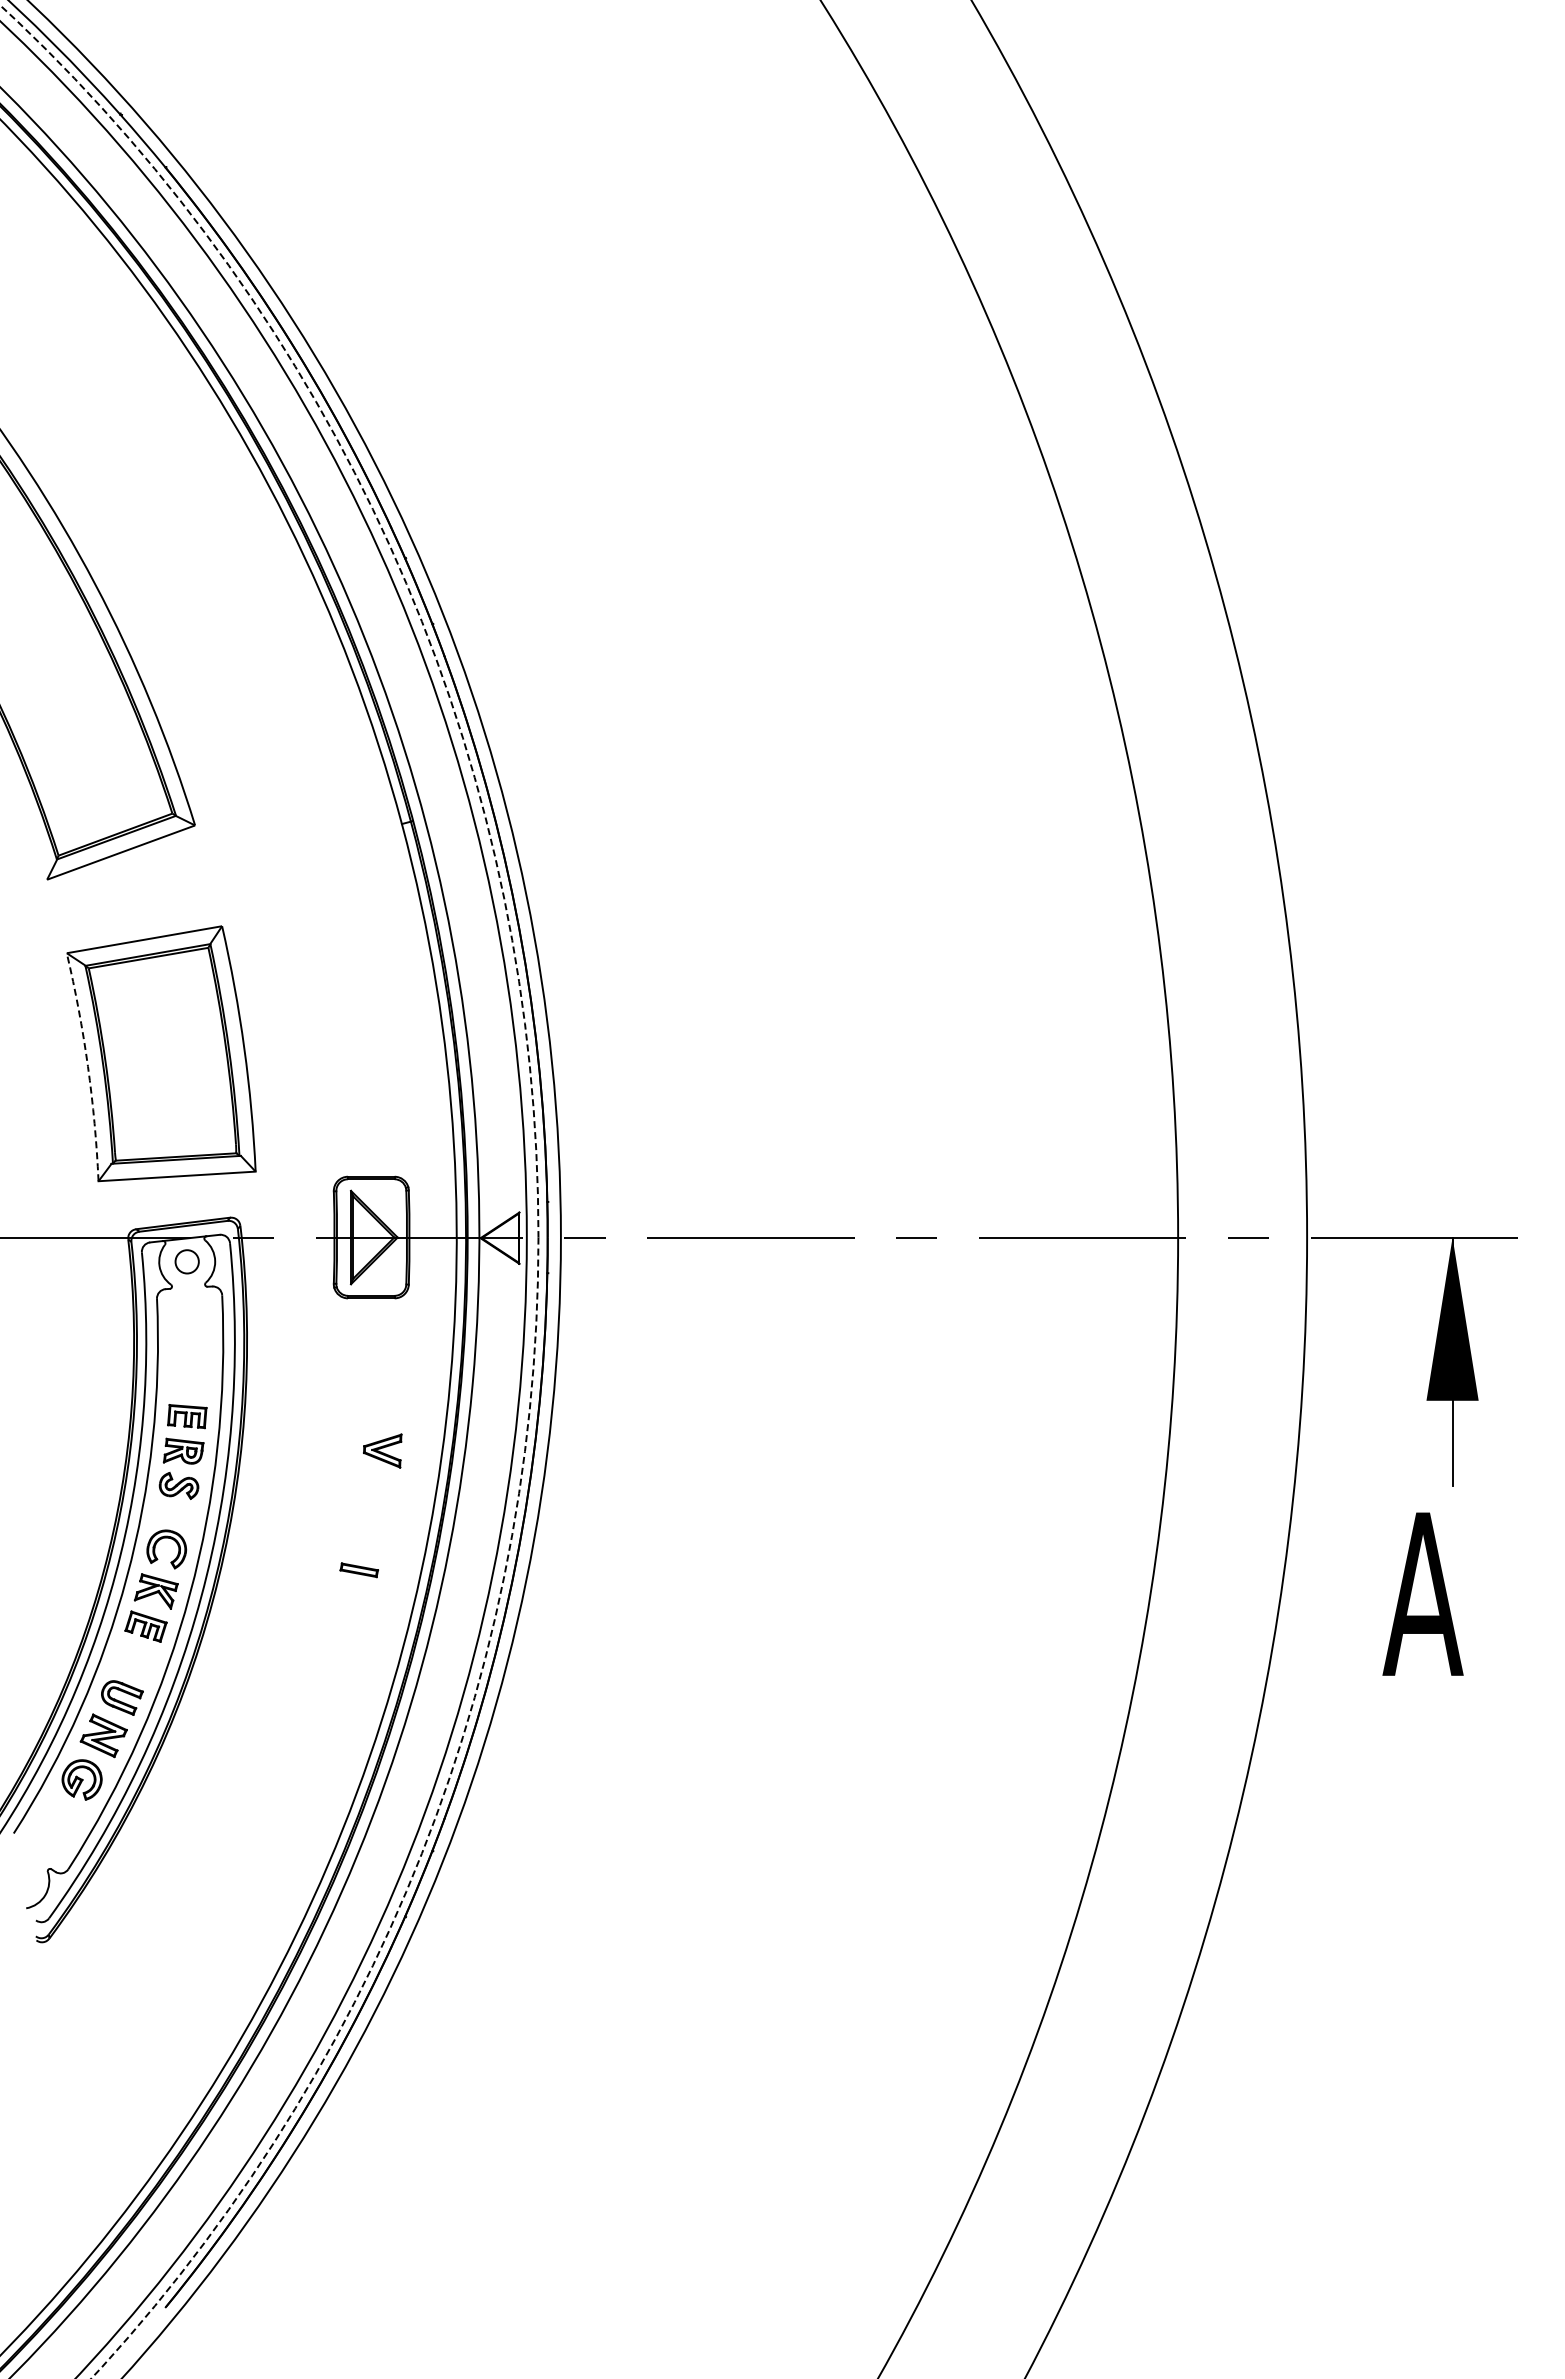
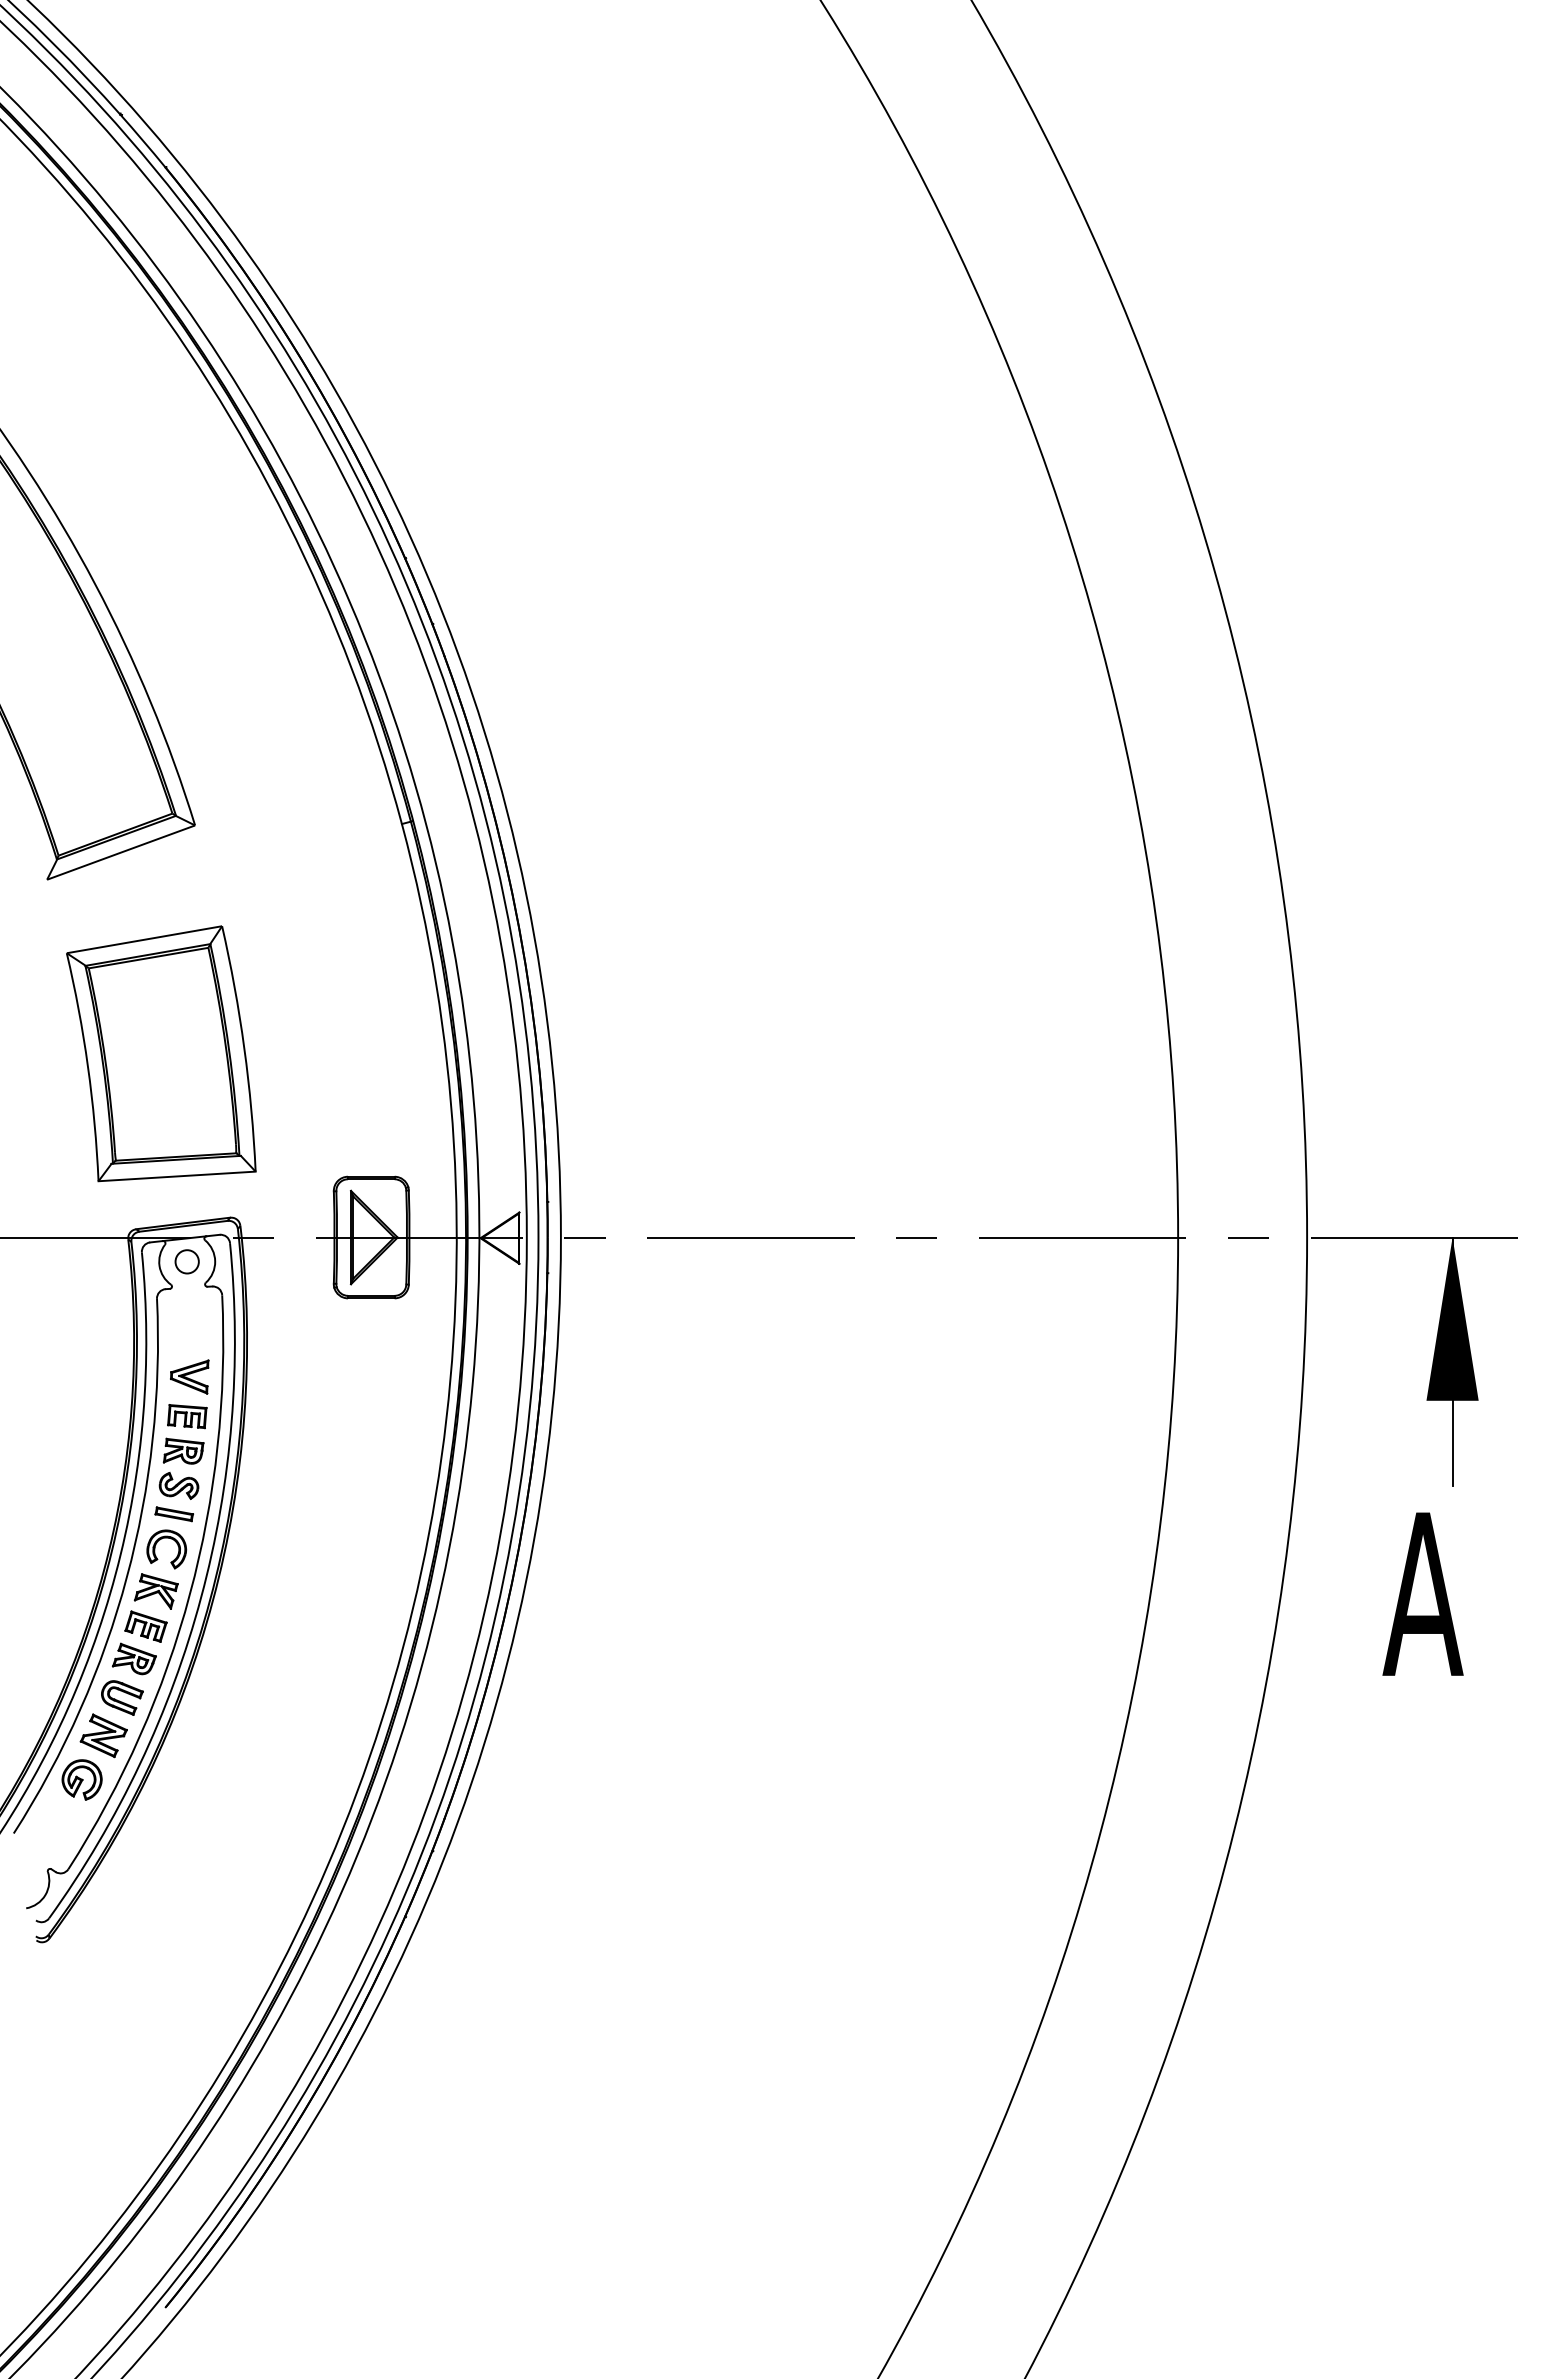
arc at (87, 1066): dashed -> solid
circle at (269, 1191): dashed -> solid
part at (382, 1450) position: (382, 1450) -> (189, 1376)
part at (359, 1570) position: (359, 1570) -> (174, 1514)
part at (133, 1658): none -> present
